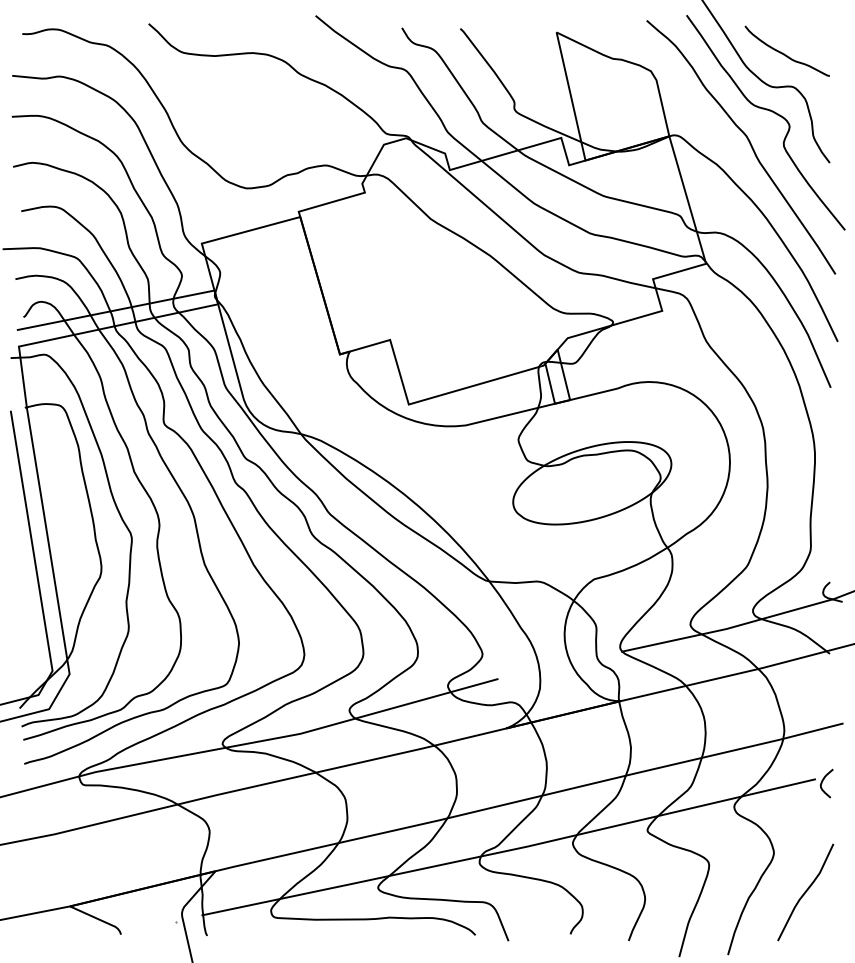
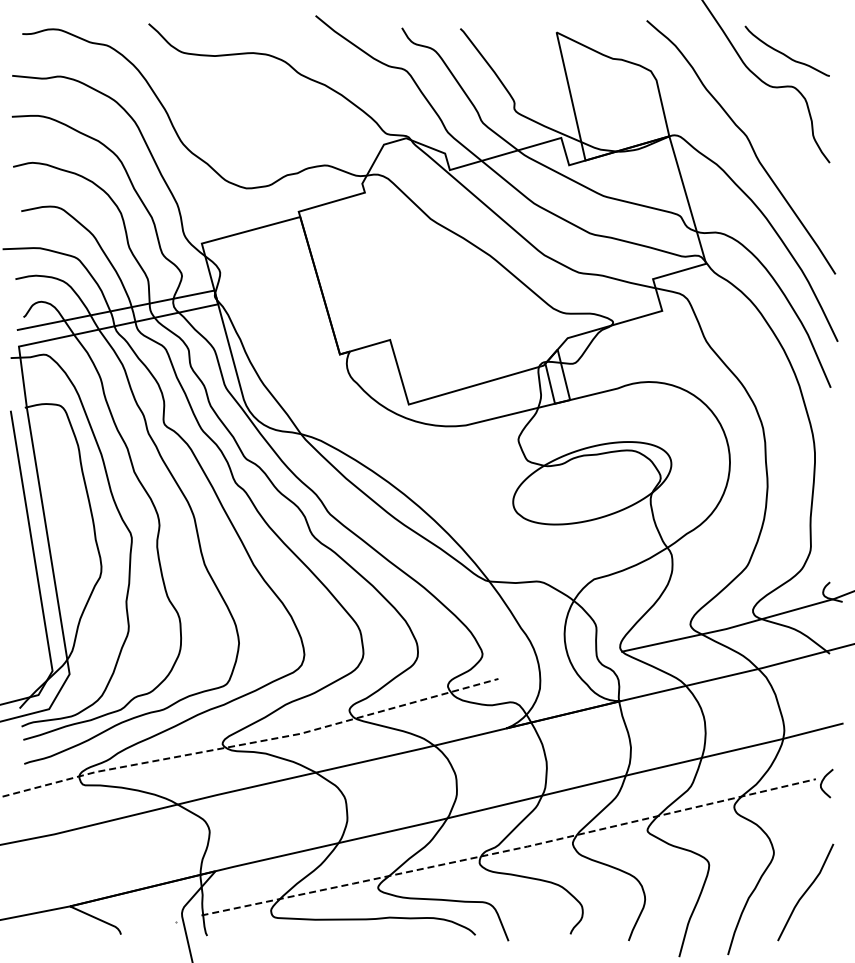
curve at (769, 111): present -> none
line at (250, 743): solid -> dashed
line at (509, 850): solid -> dashed
